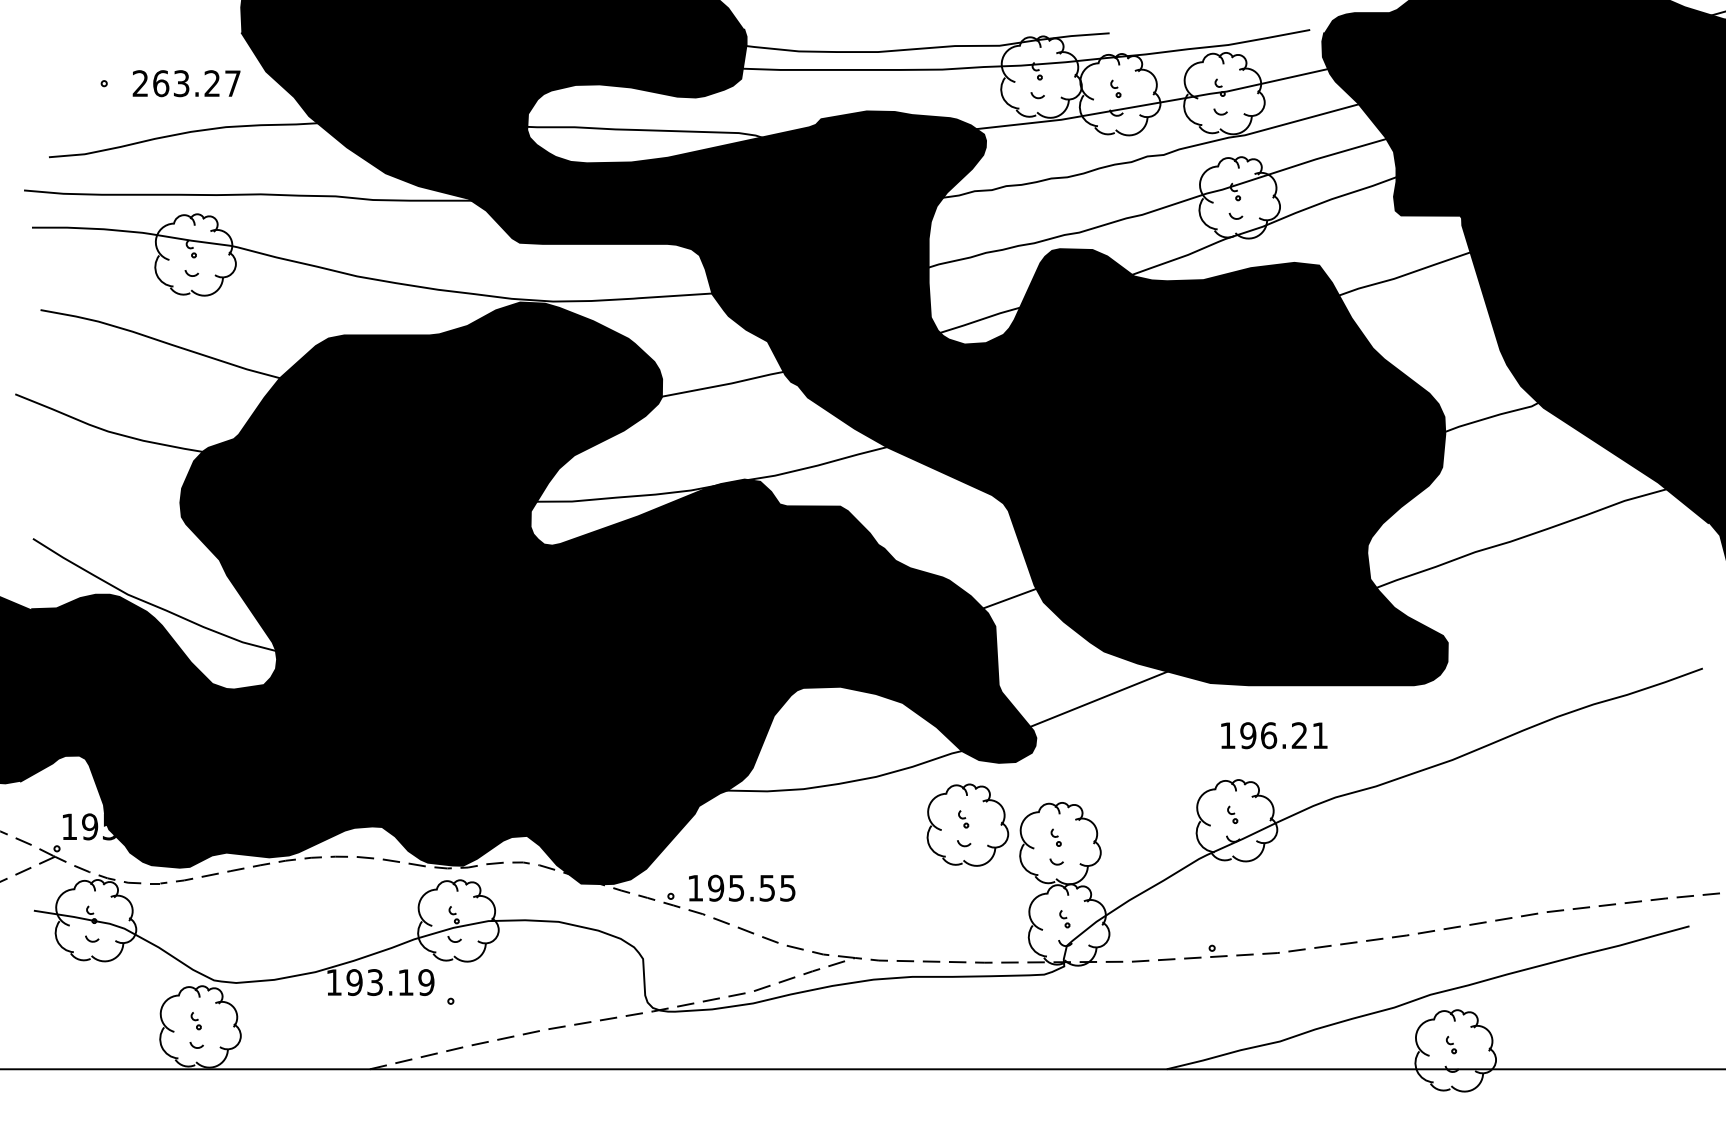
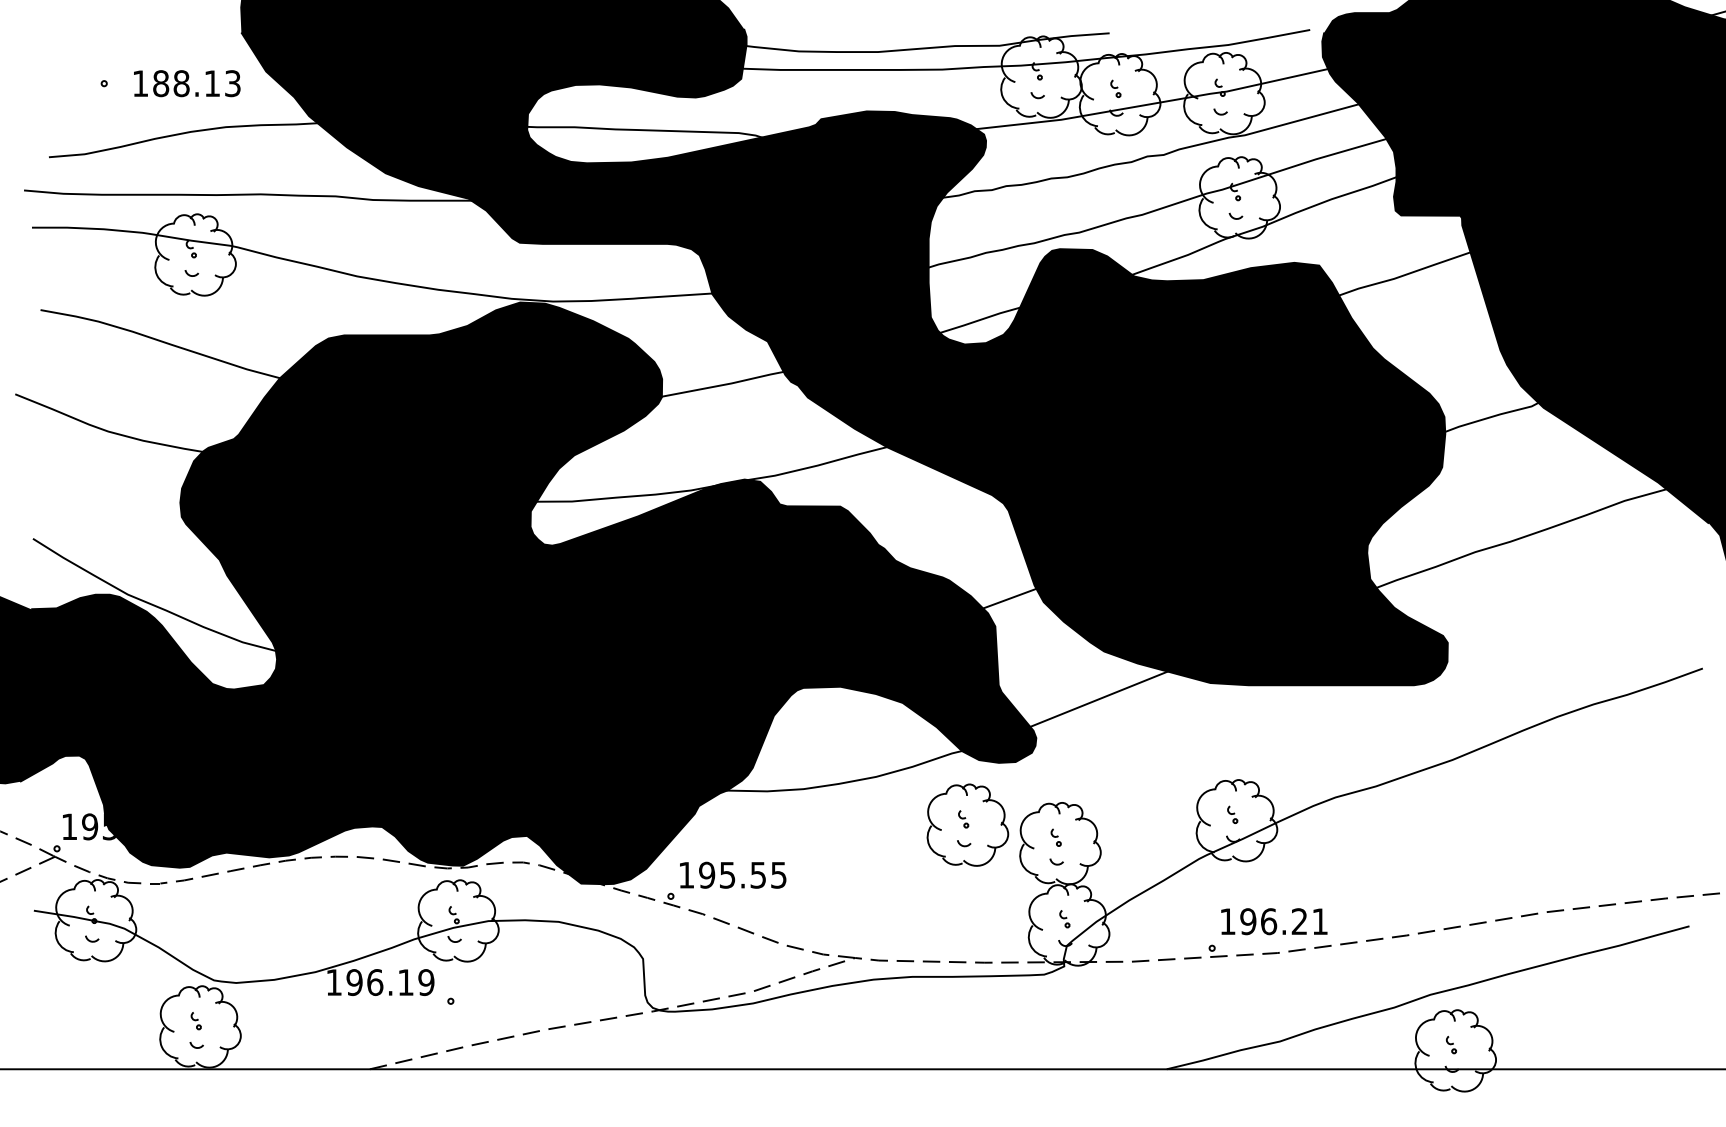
text at (186, 83): 263.27 -> 188.13
text at (1274, 735) position: (1274, 735) -> (1274, 921)
text at (742, 887) position: (742, 887) -> (733, 874)
text at (375, 982): 193.19 -> 196.19
